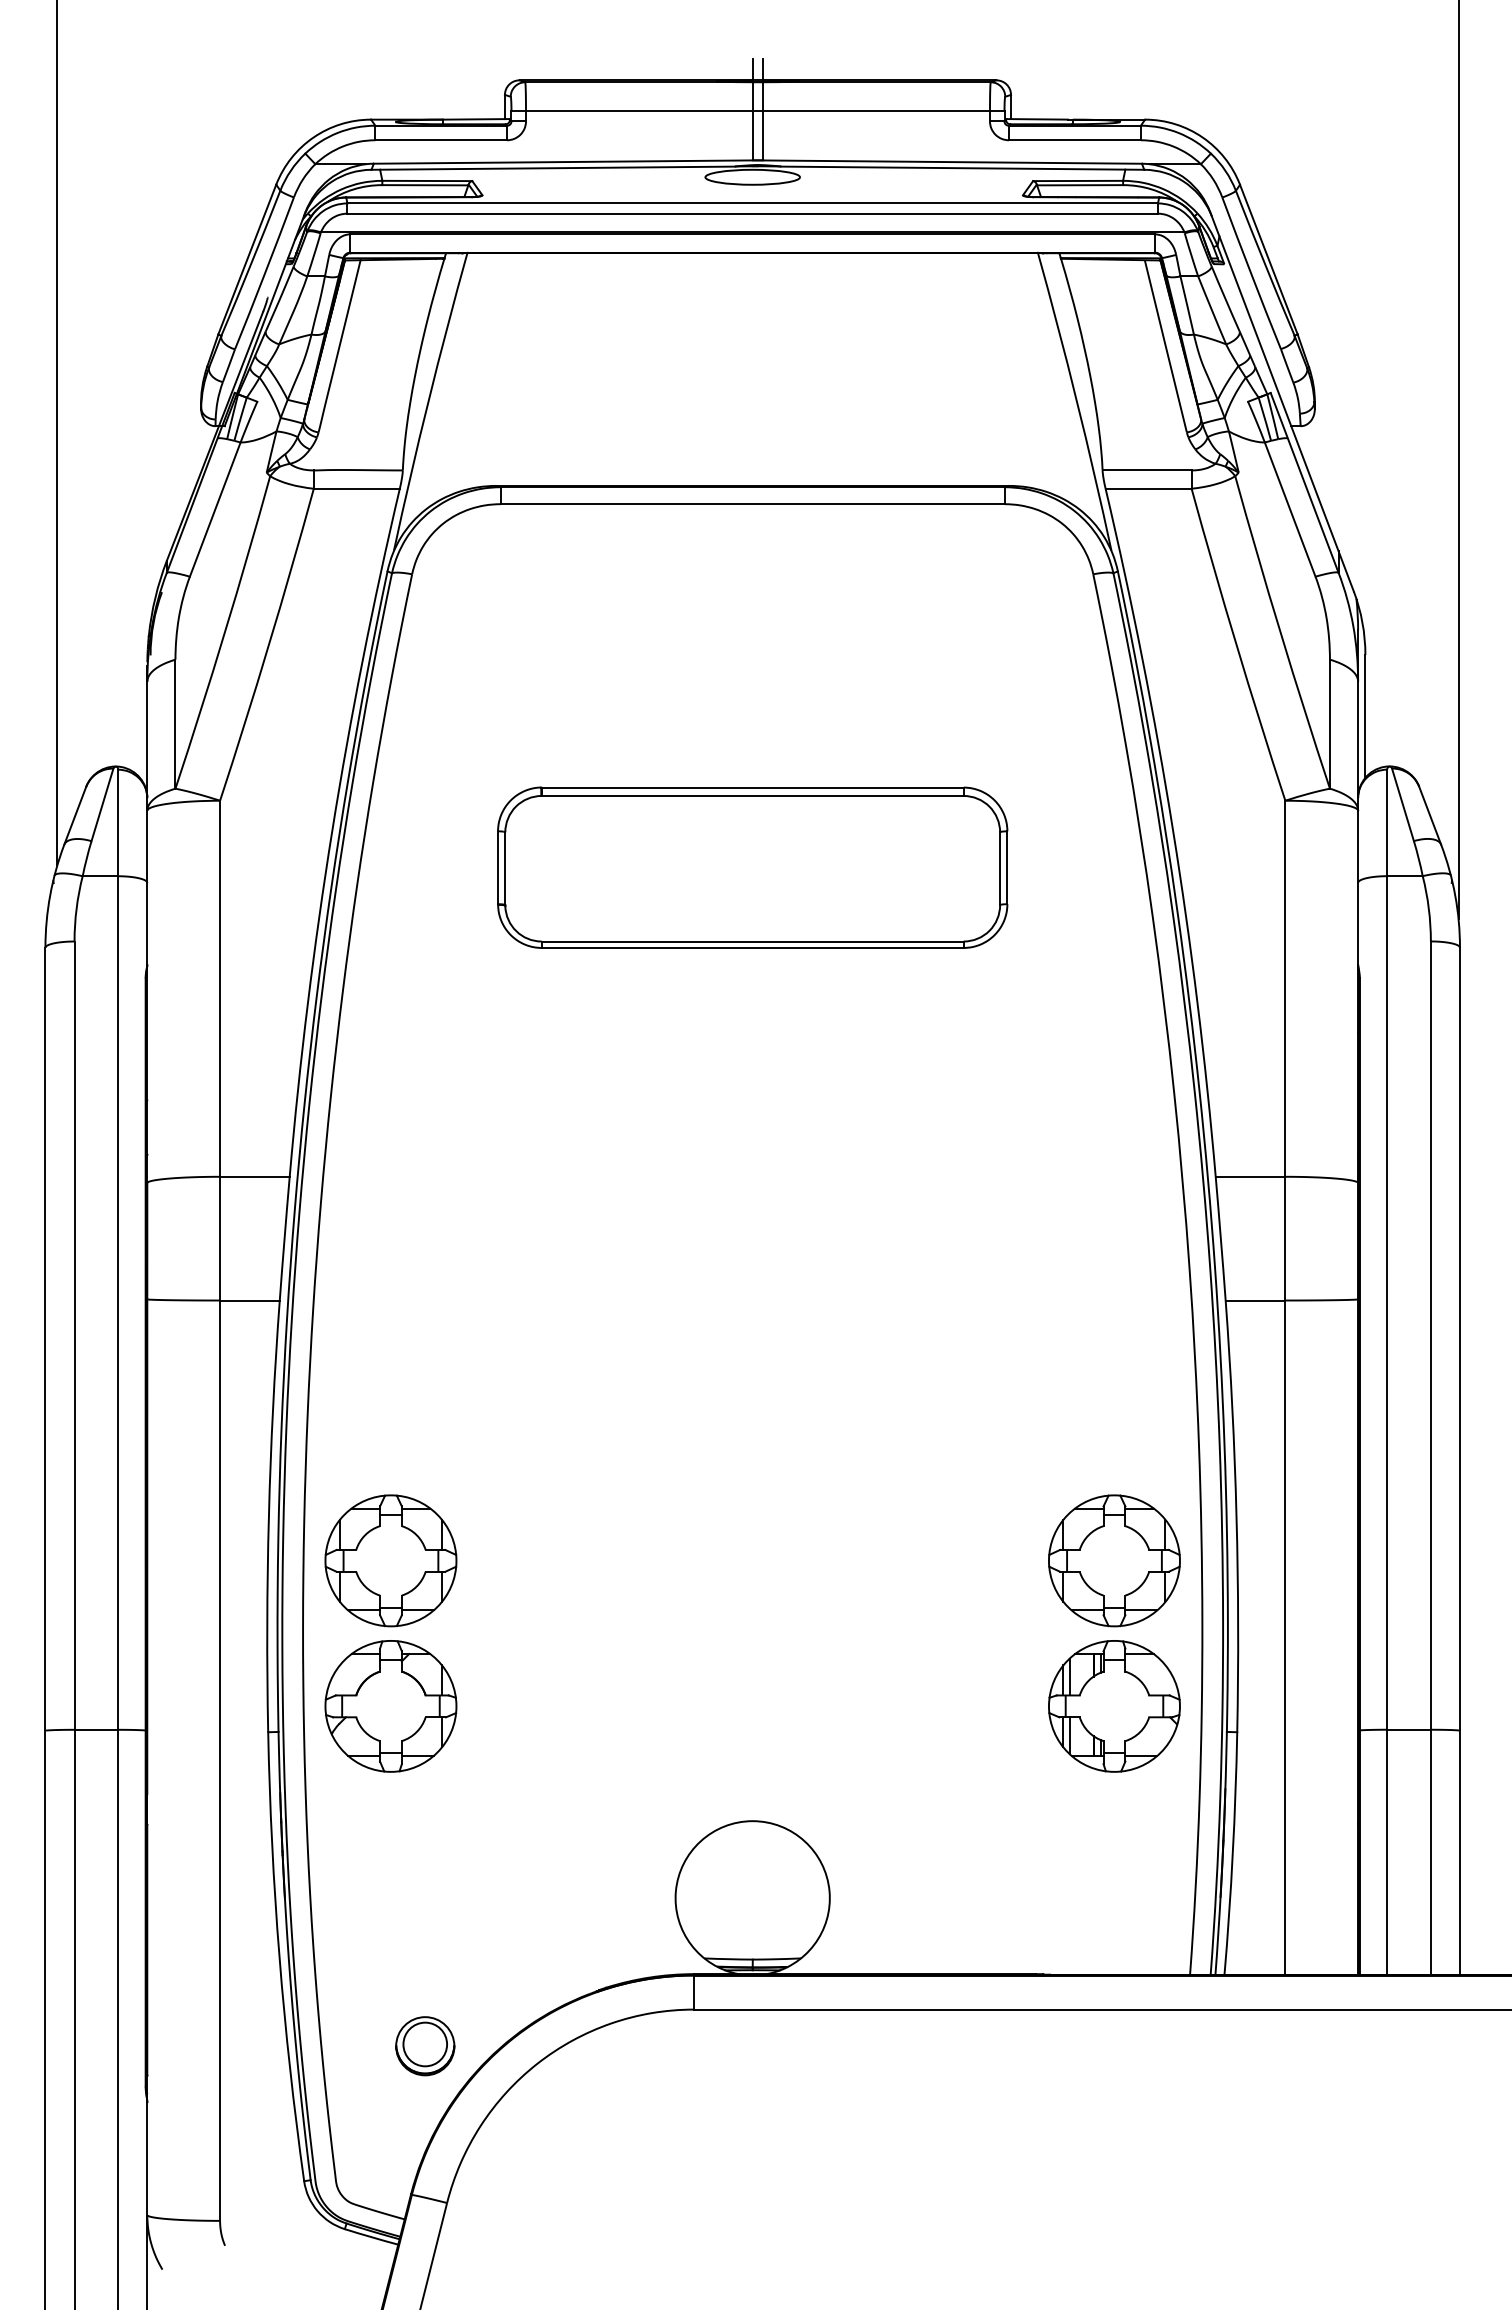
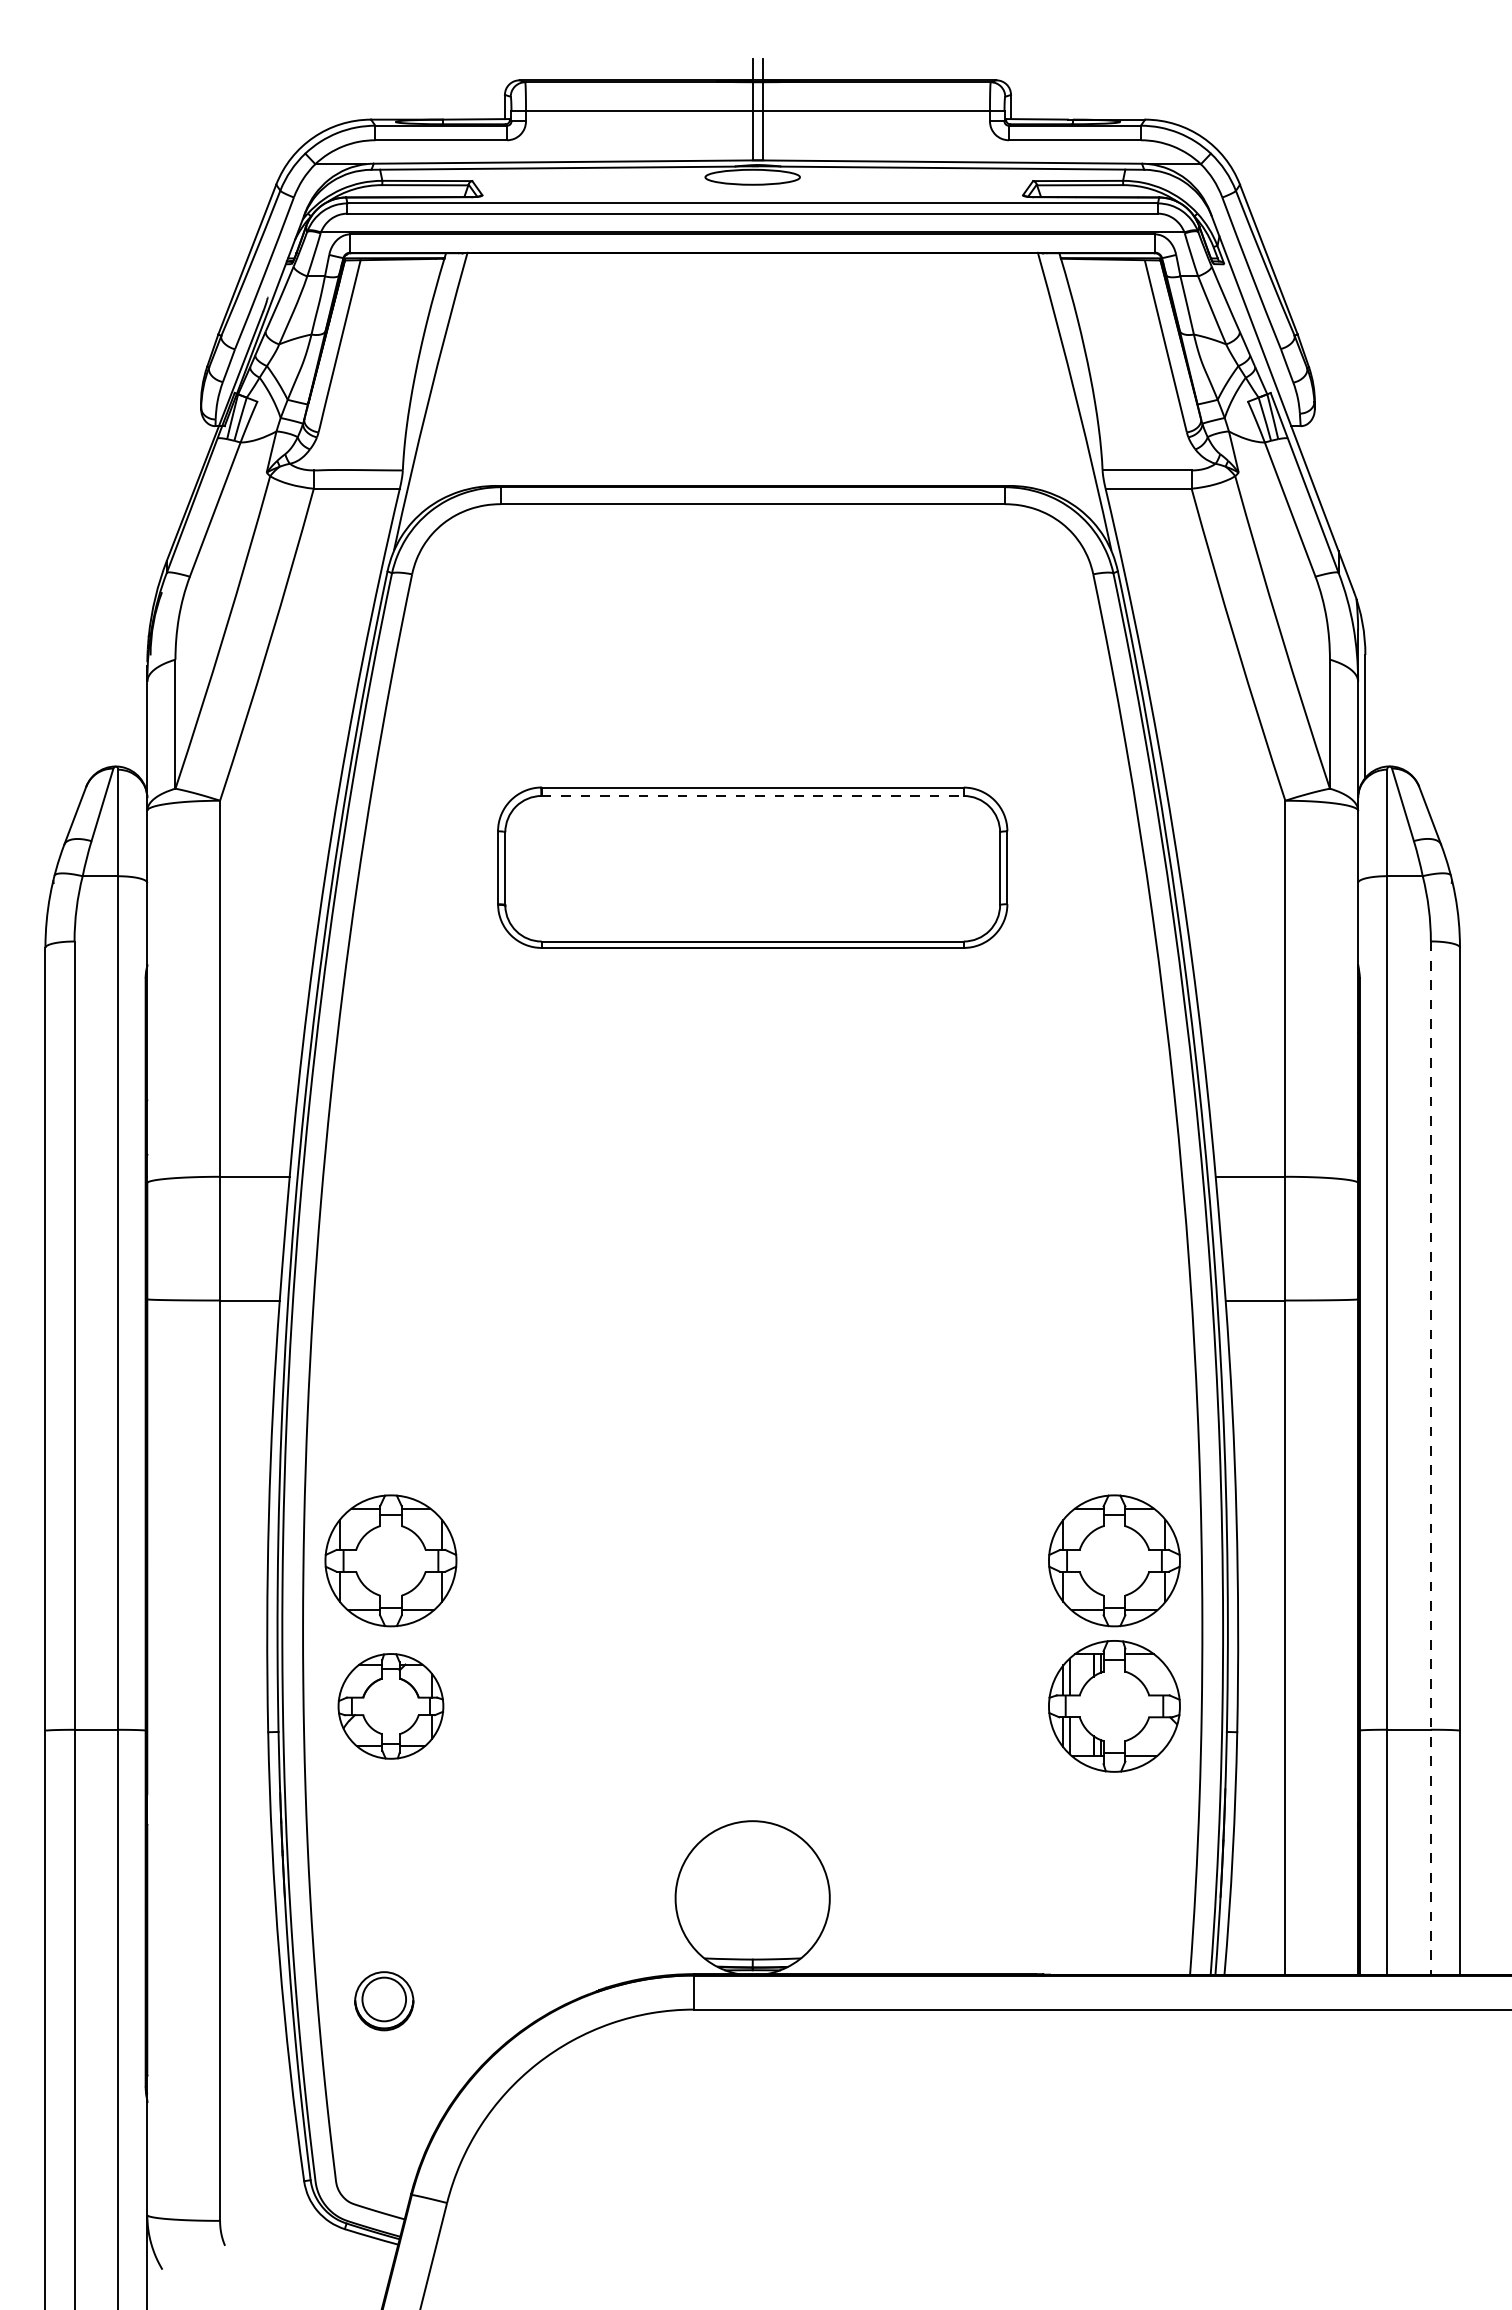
line at (57, 433): present -> none
line at (1458, 460): present -> none
line at (753, 795): solid -> dashed
line at (1430, 1458): solid -> dashed
part at (390, 1706) size: 134x133 px -> 108x107 px
part at (425, 2046) position: (425, 2046) -> (384, 2001)
